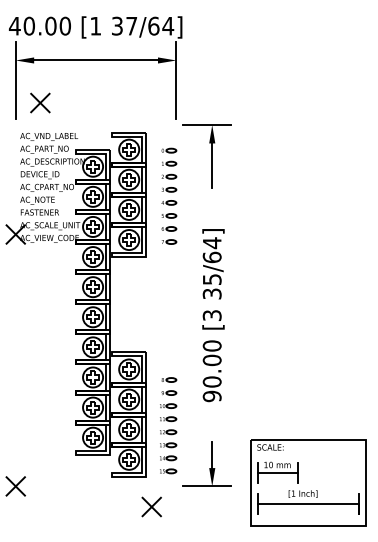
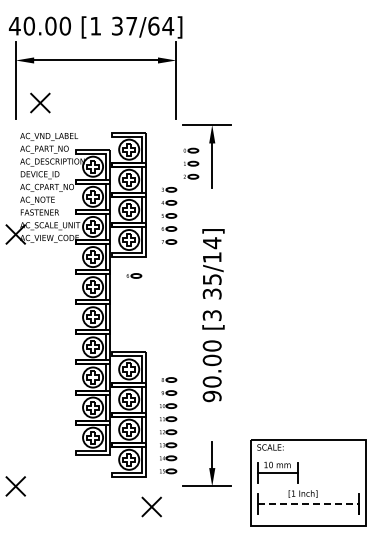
part at (169, 163) position: (169, 163) -> (191, 163)
text at (211, 257): 35/64] -> 35/14]
part at (134, 275): none -> present
line at (308, 503): solid -> dashed
